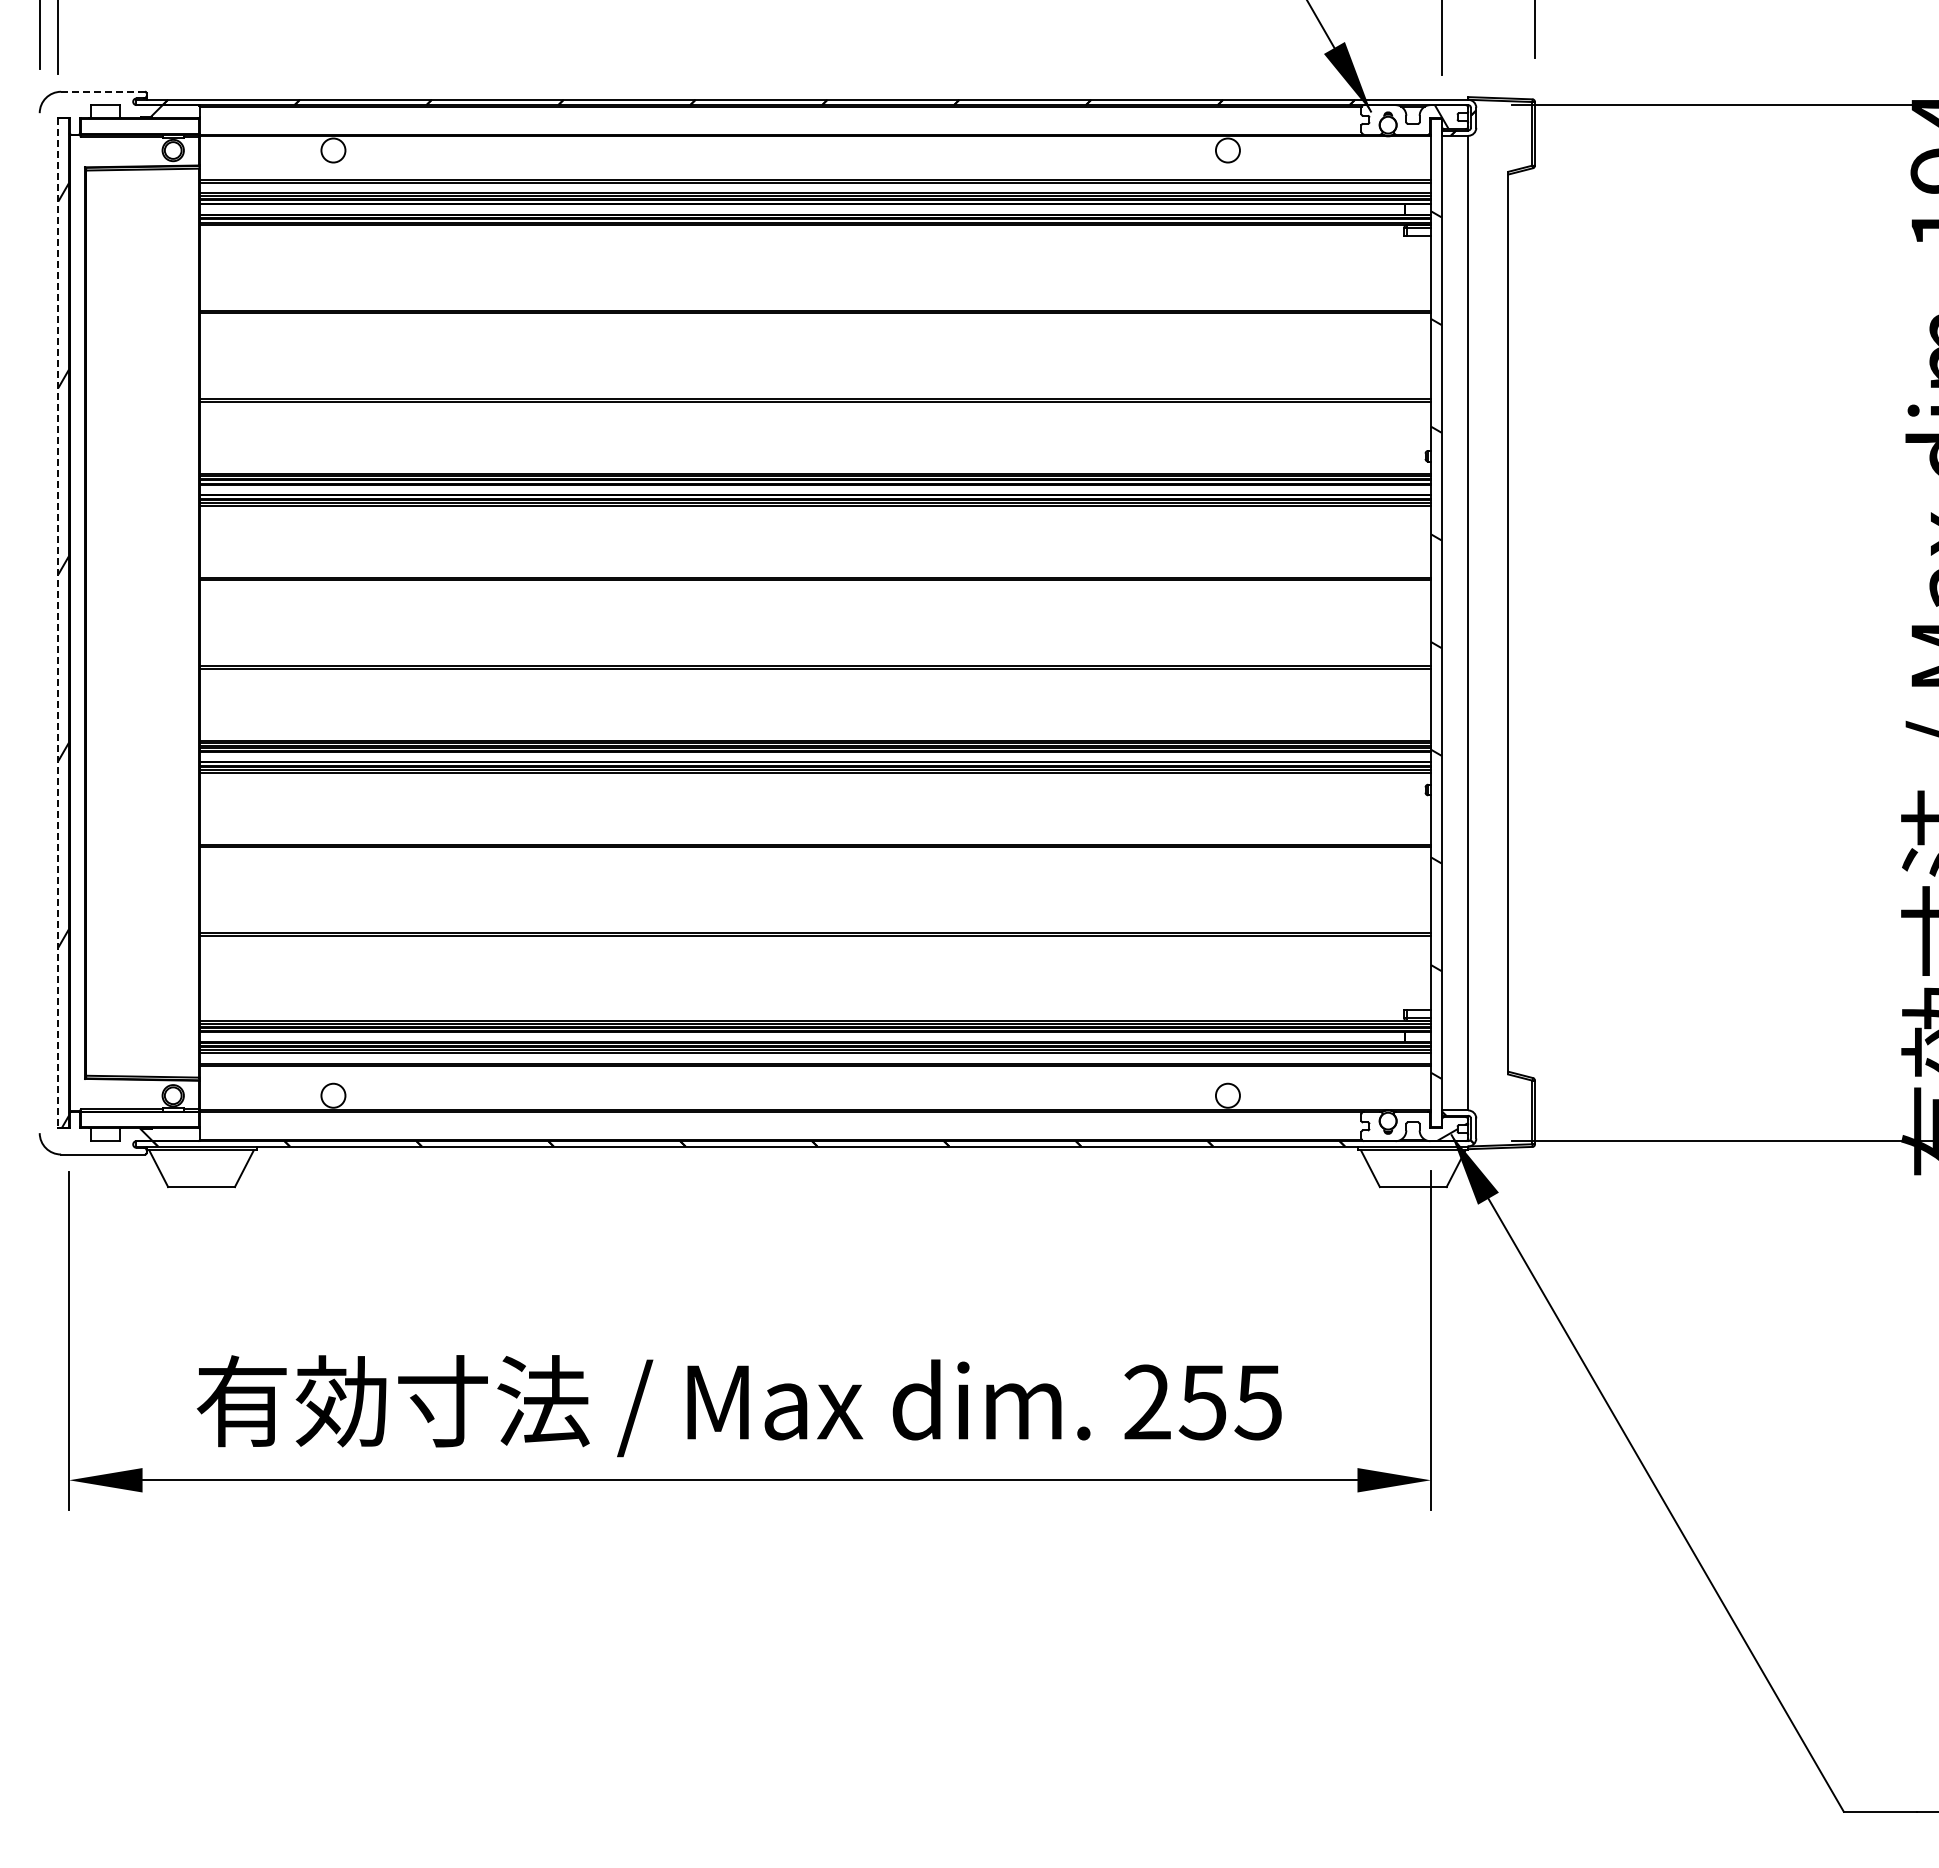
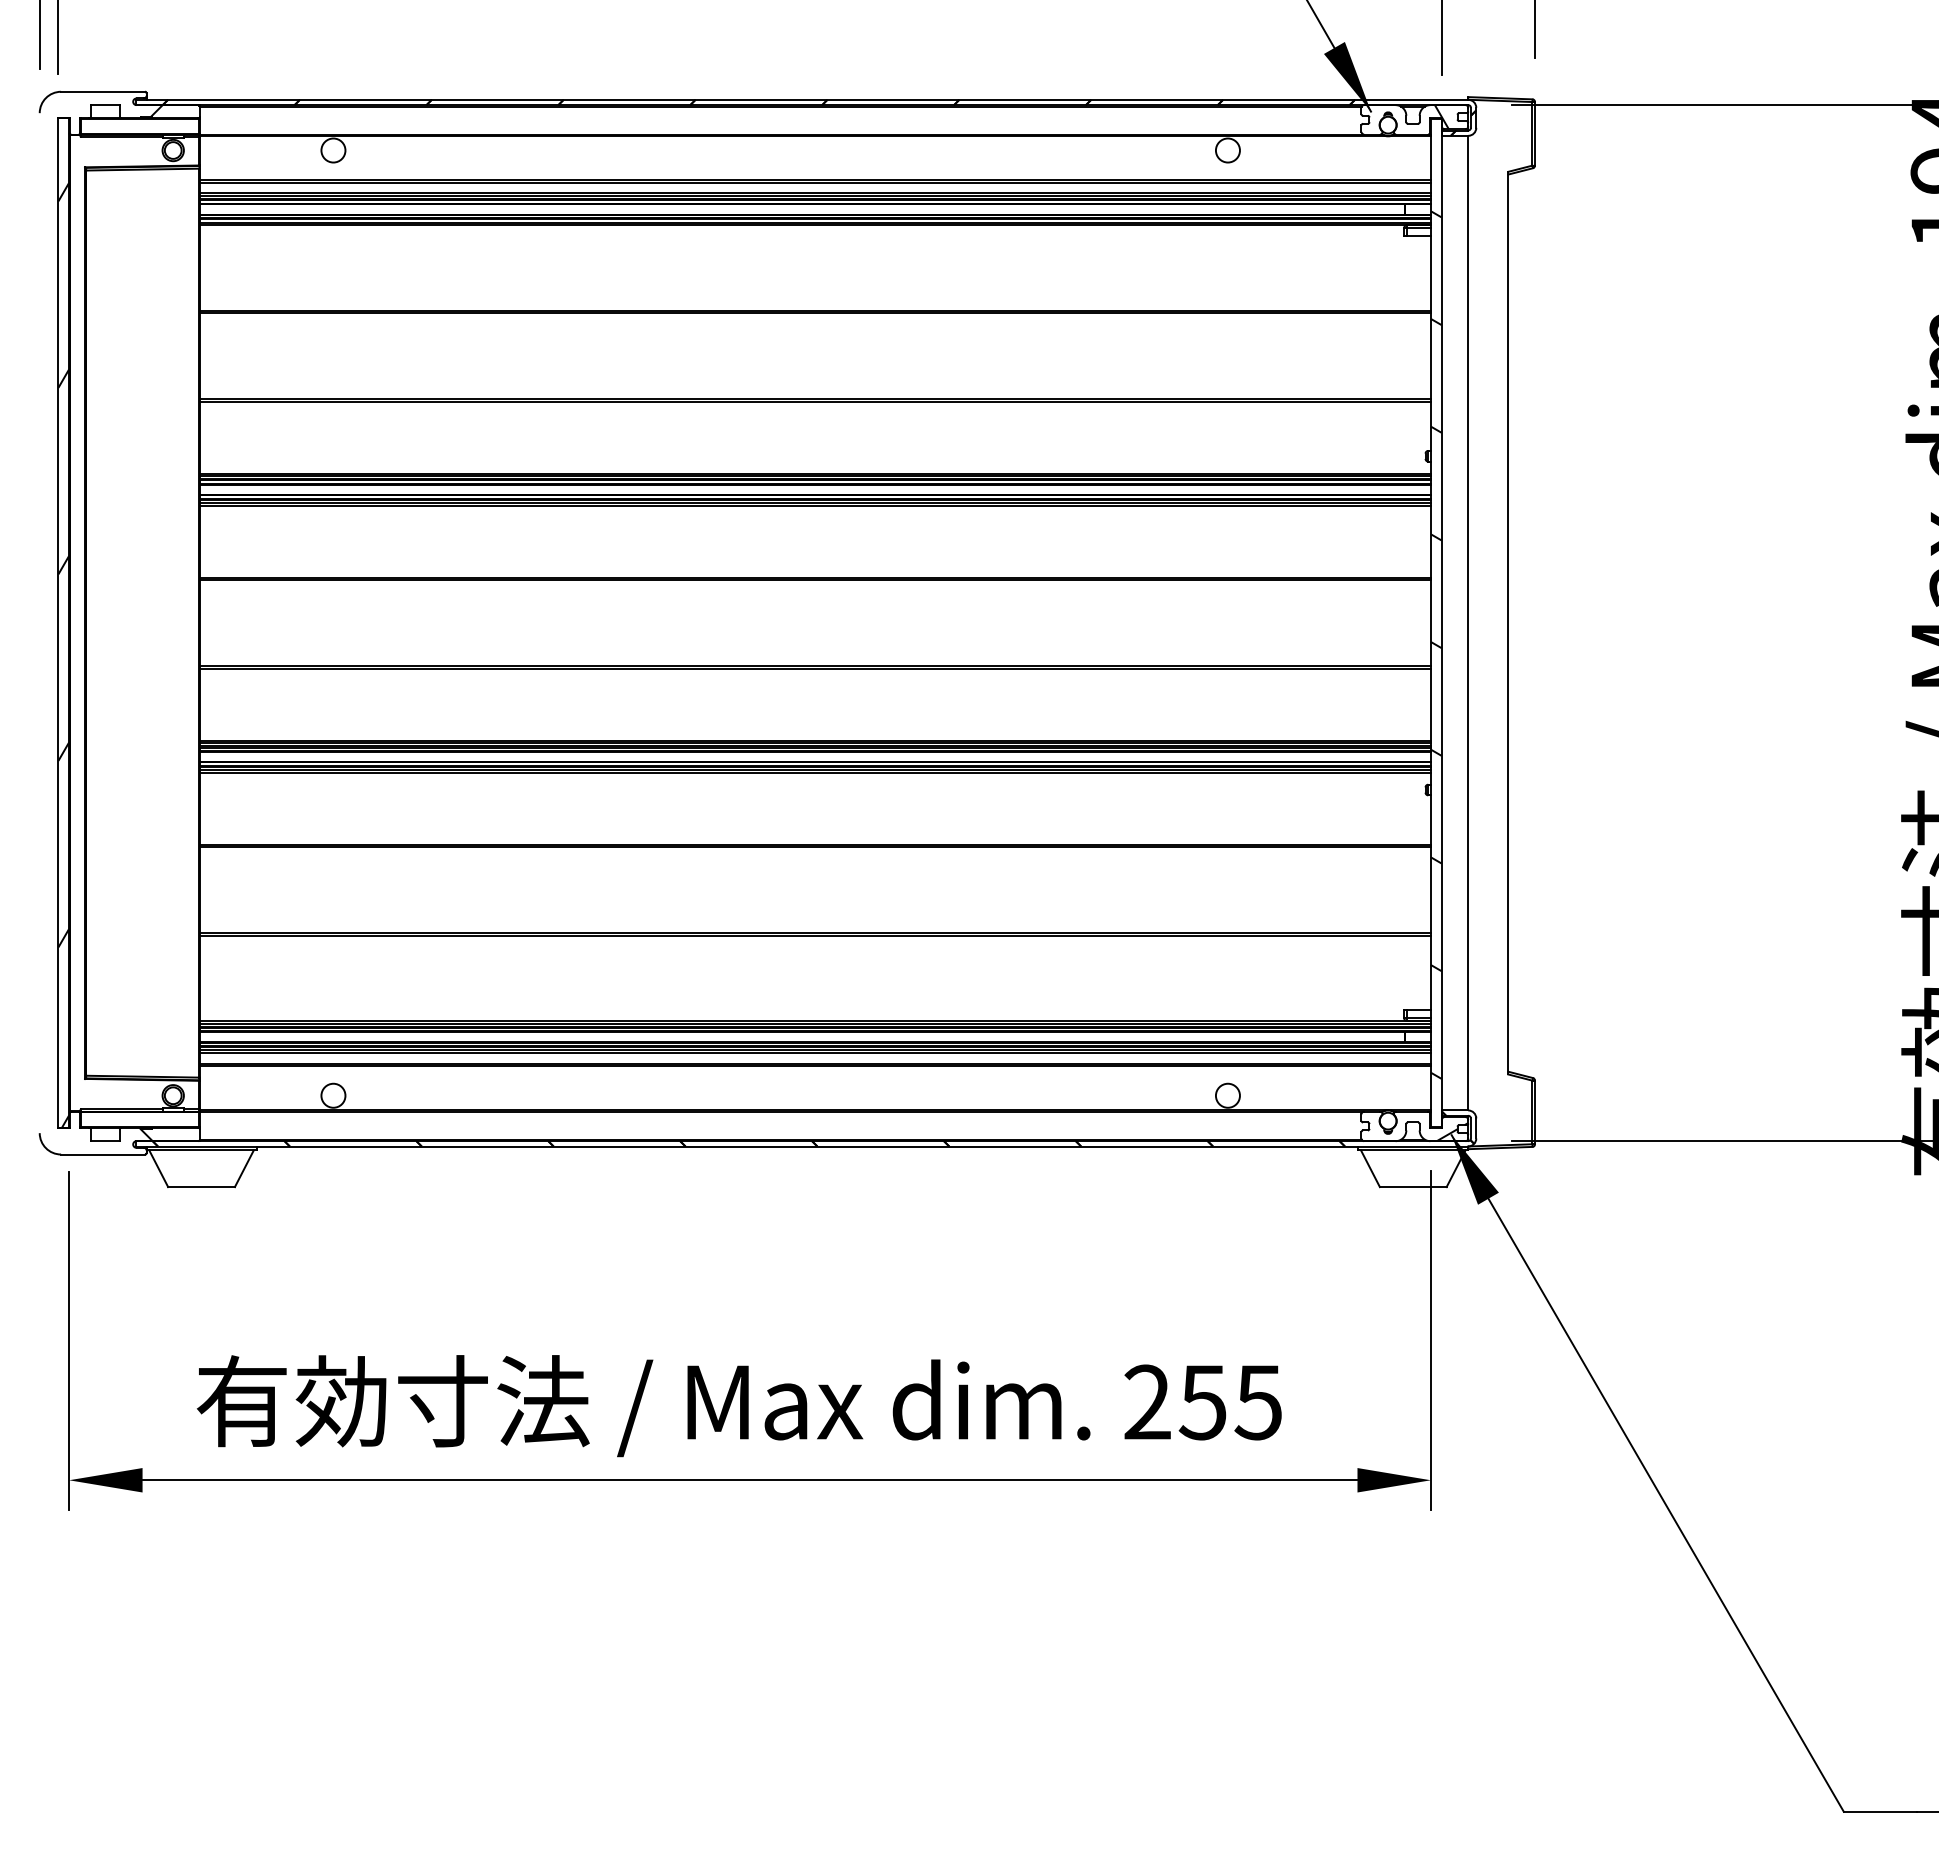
line at (103, 91): dashed -> solid
line at (58, 623): dashed -> solid
